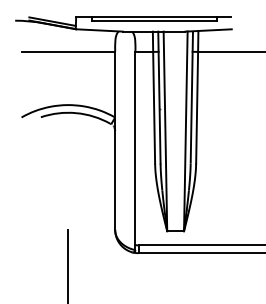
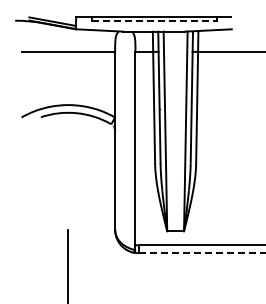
line at (154, 21): solid -> dashed
line at (202, 253): solid -> dashed
